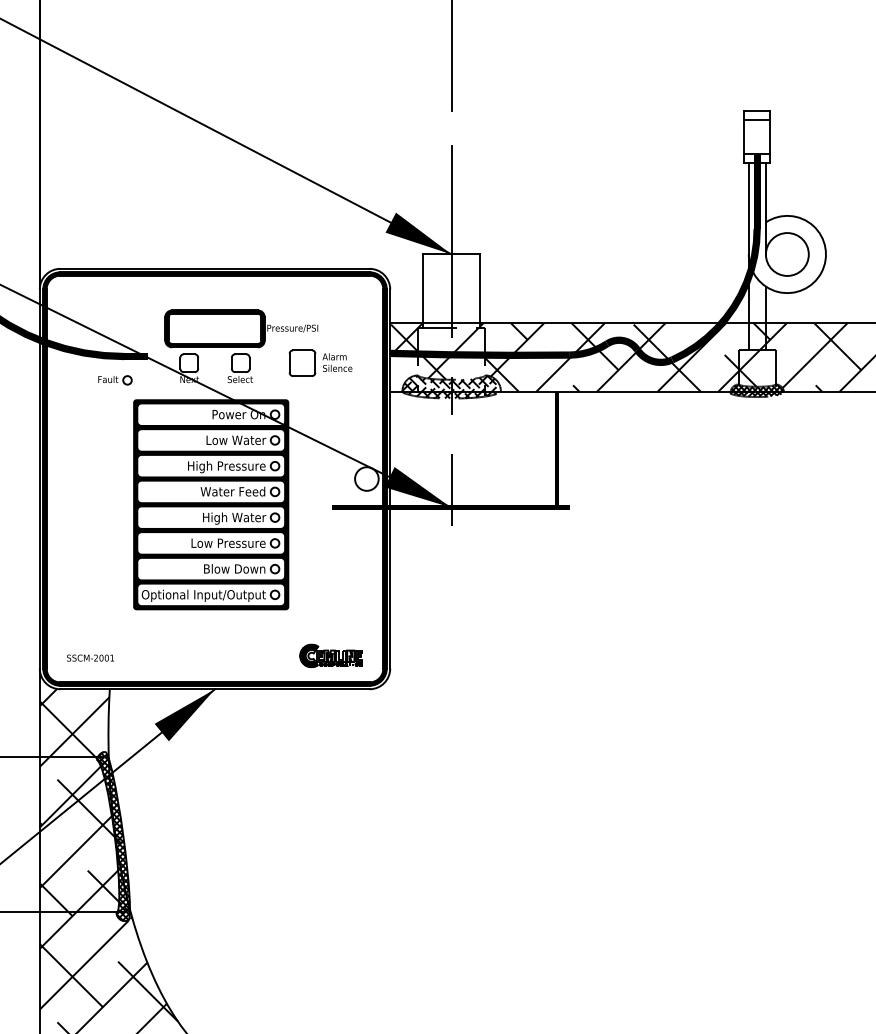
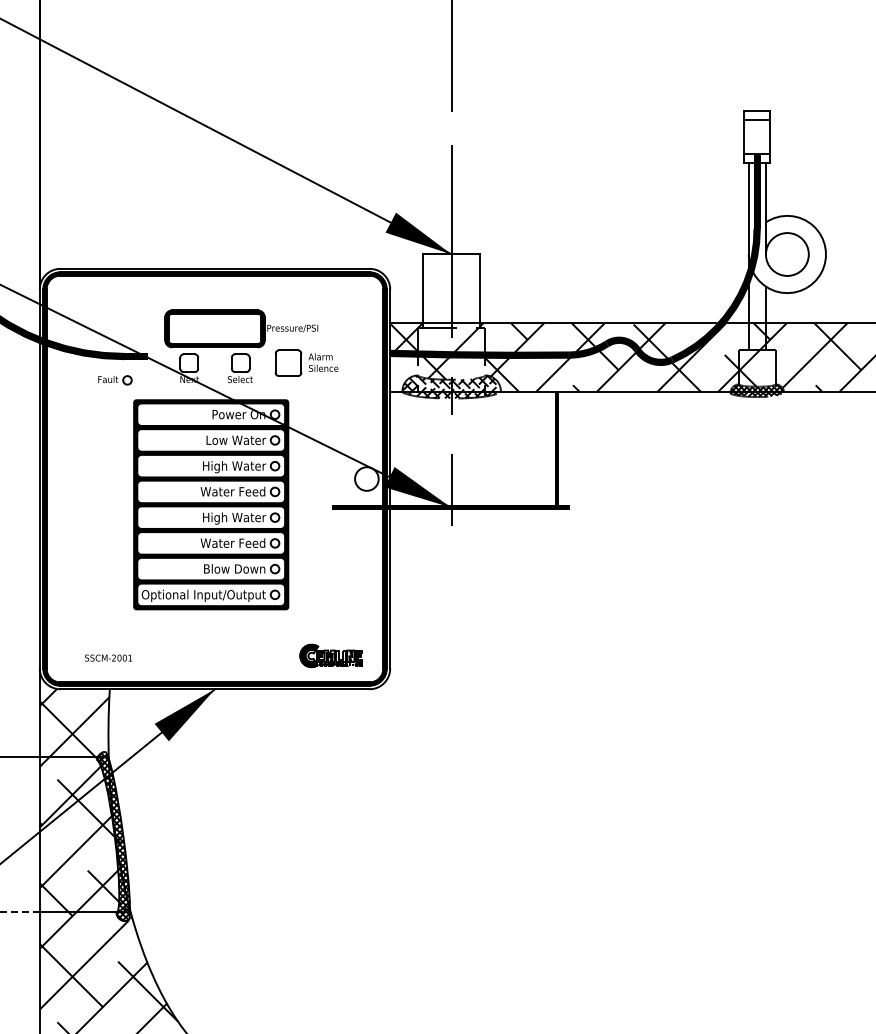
part at (320, 362) position: (320, 362) -> (306, 362)
text at (227, 467): High Pressure -> High Water
text at (228, 542): Low Pressure -> Water Feed
text at (90, 657) position: (90, 657) -> (108, 657)
line at (19, 911): solid -> dashed
